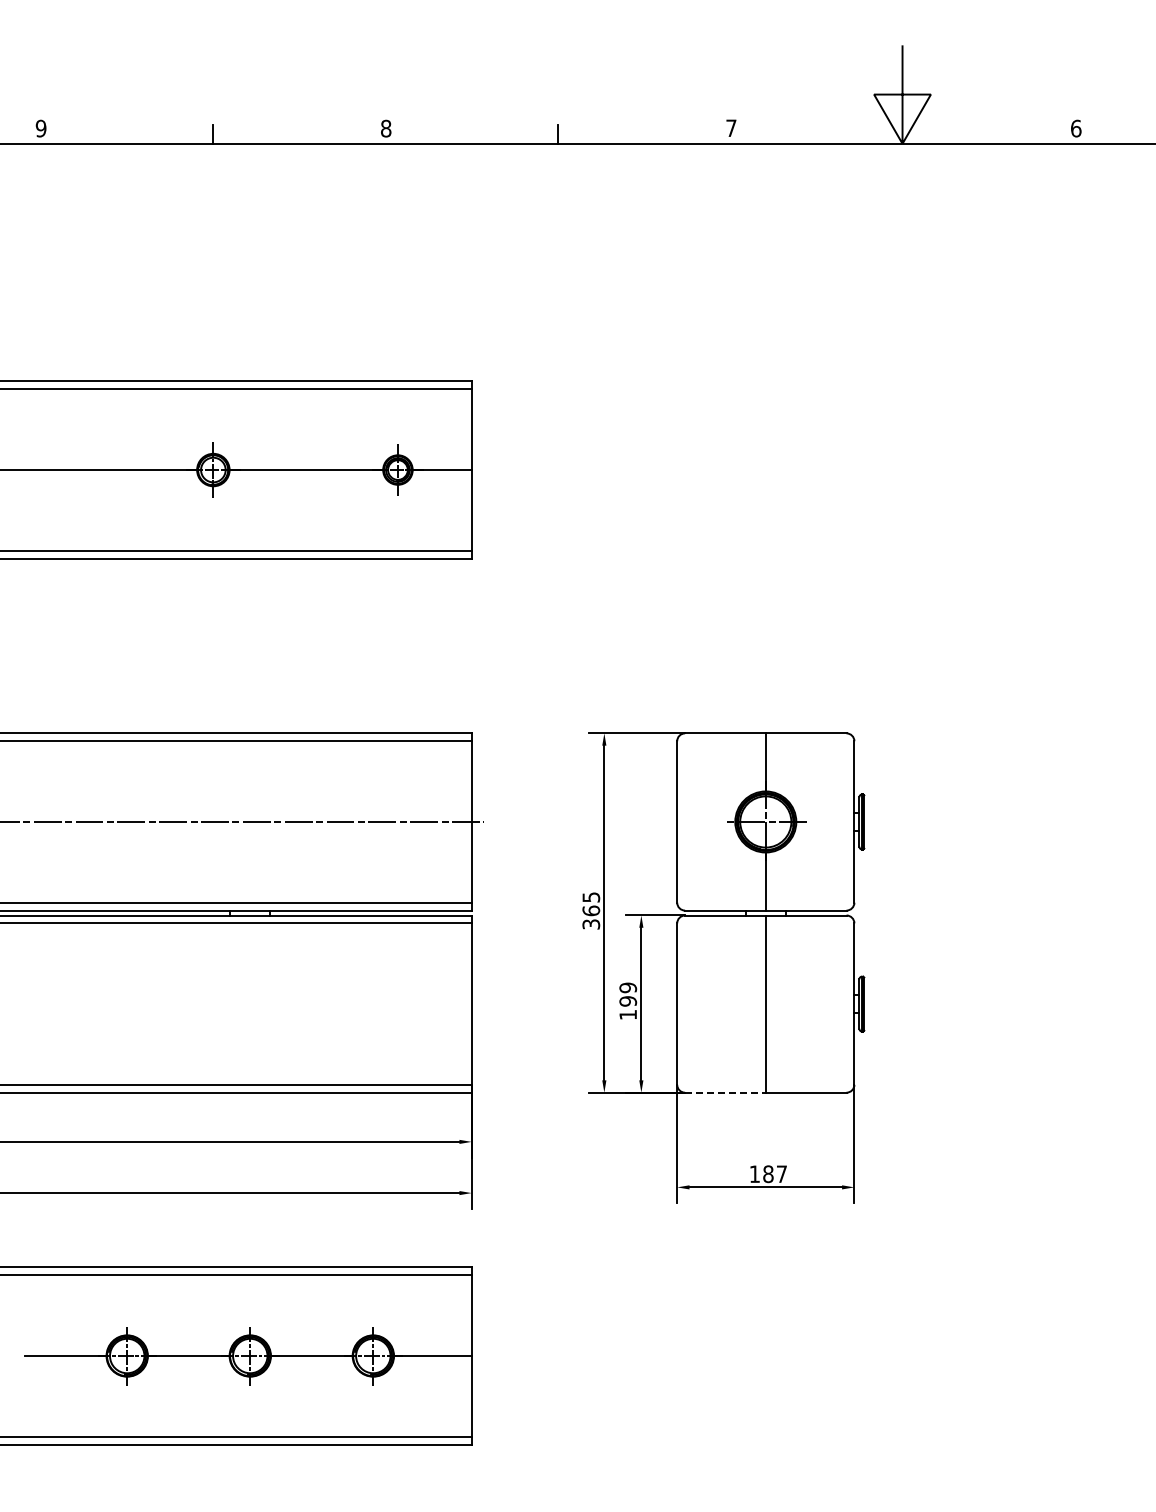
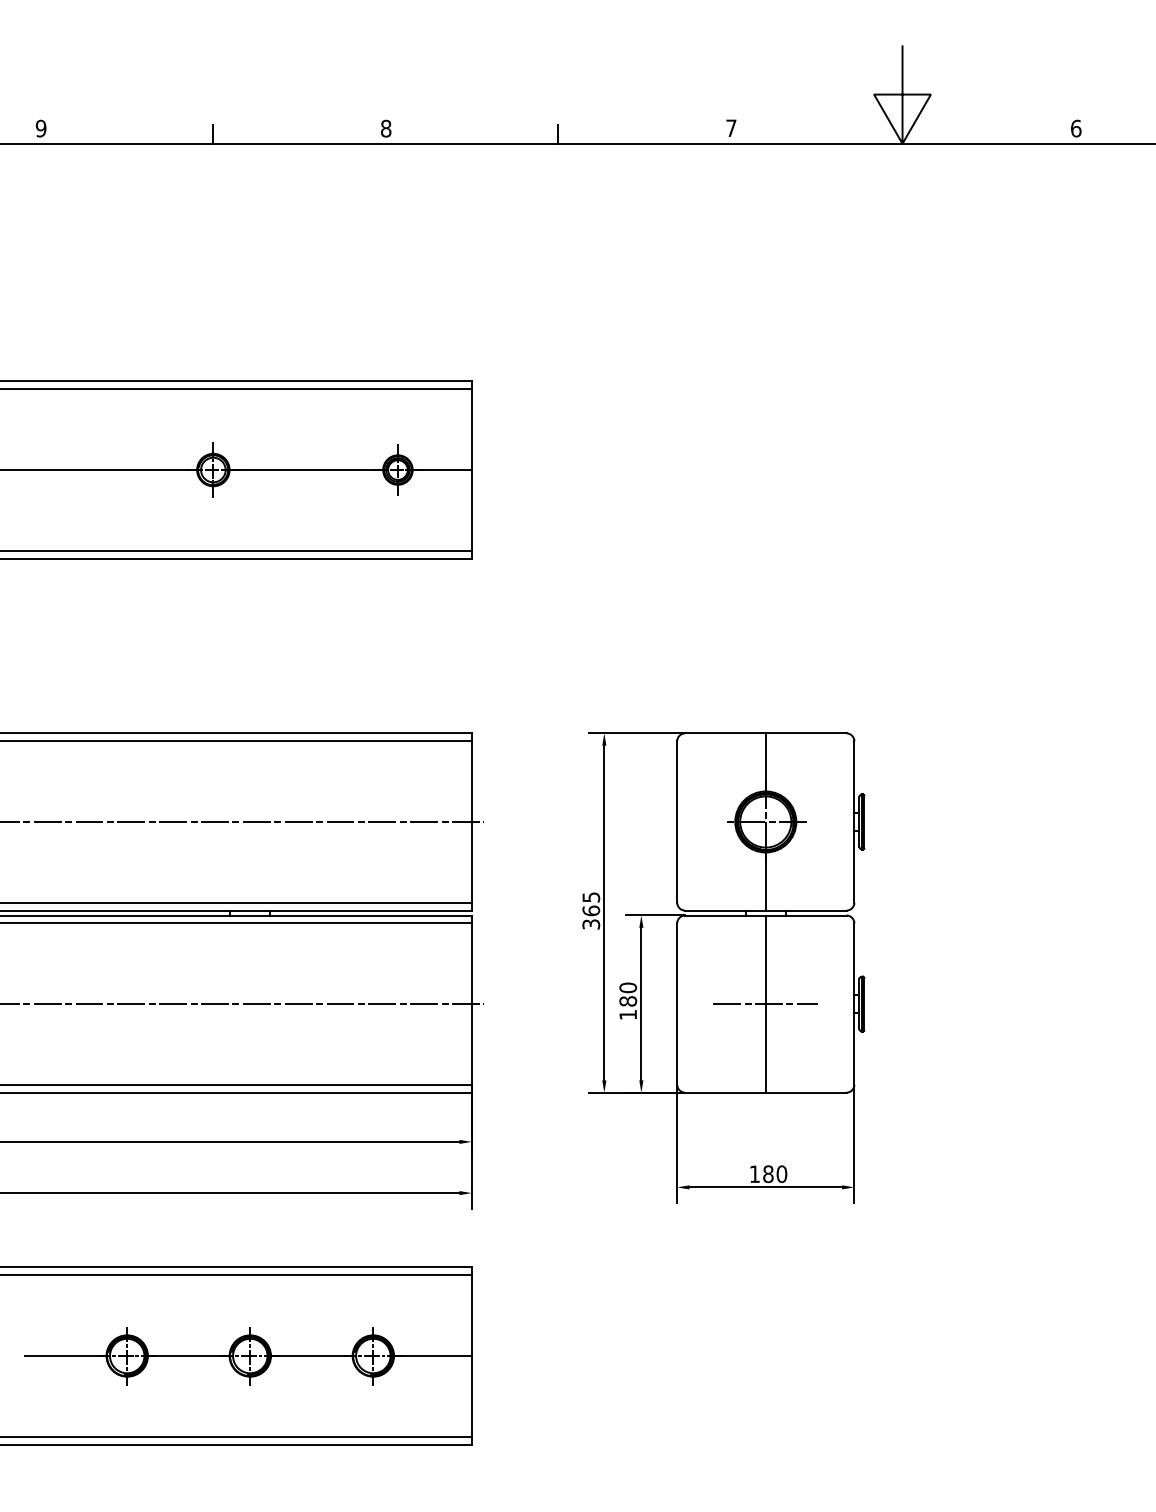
text at (628, 994): 199 -> 180
line at (243, 1004): none -> present
line at (765, 1004): none -> present
line at (725, 1092): dashed -> solid
text at (781, 1174): 187 -> 180
